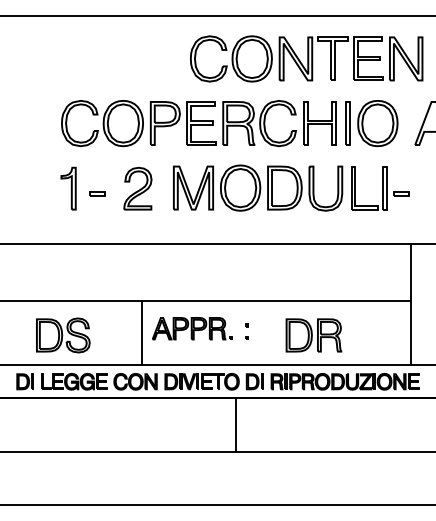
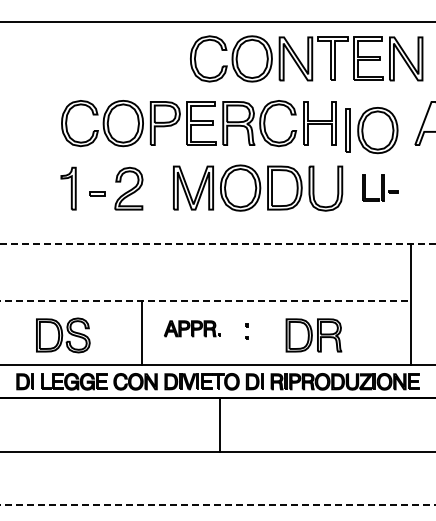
line at (217, 15) position: (217, 15) -> (217, 21)
part at (371, 123) position: (371, 123) -> (371, 130)
part at (137, 188) position: (137, 188) -> (128, 188)
part at (380, 188) size: 59x45 px -> 37x28 px
line at (218, 243): solid -> dashed
line at (206, 300): solid -> dashed
part at (192, 328) size: 81x24 px -> 57x18 px
line at (236, 424) position: (236, 424) -> (220, 424)
line at (218, 505): solid -> dashed
